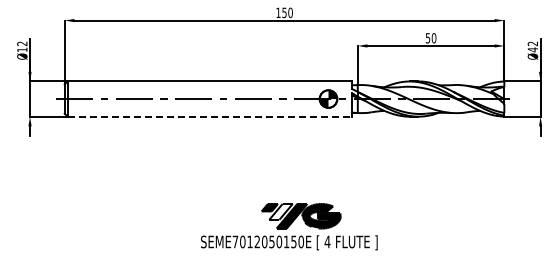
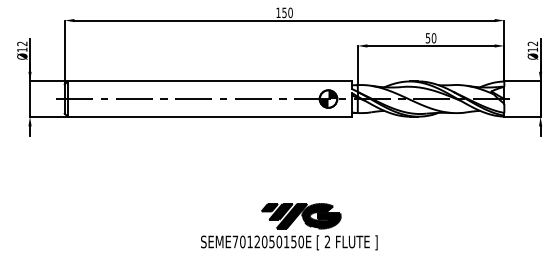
text at (532, 49): Ø42 -> Ø12
line at (210, 116): dashed -> solid
fill at (280, 211): none -> present
text at (327, 241): 4 -> 2
